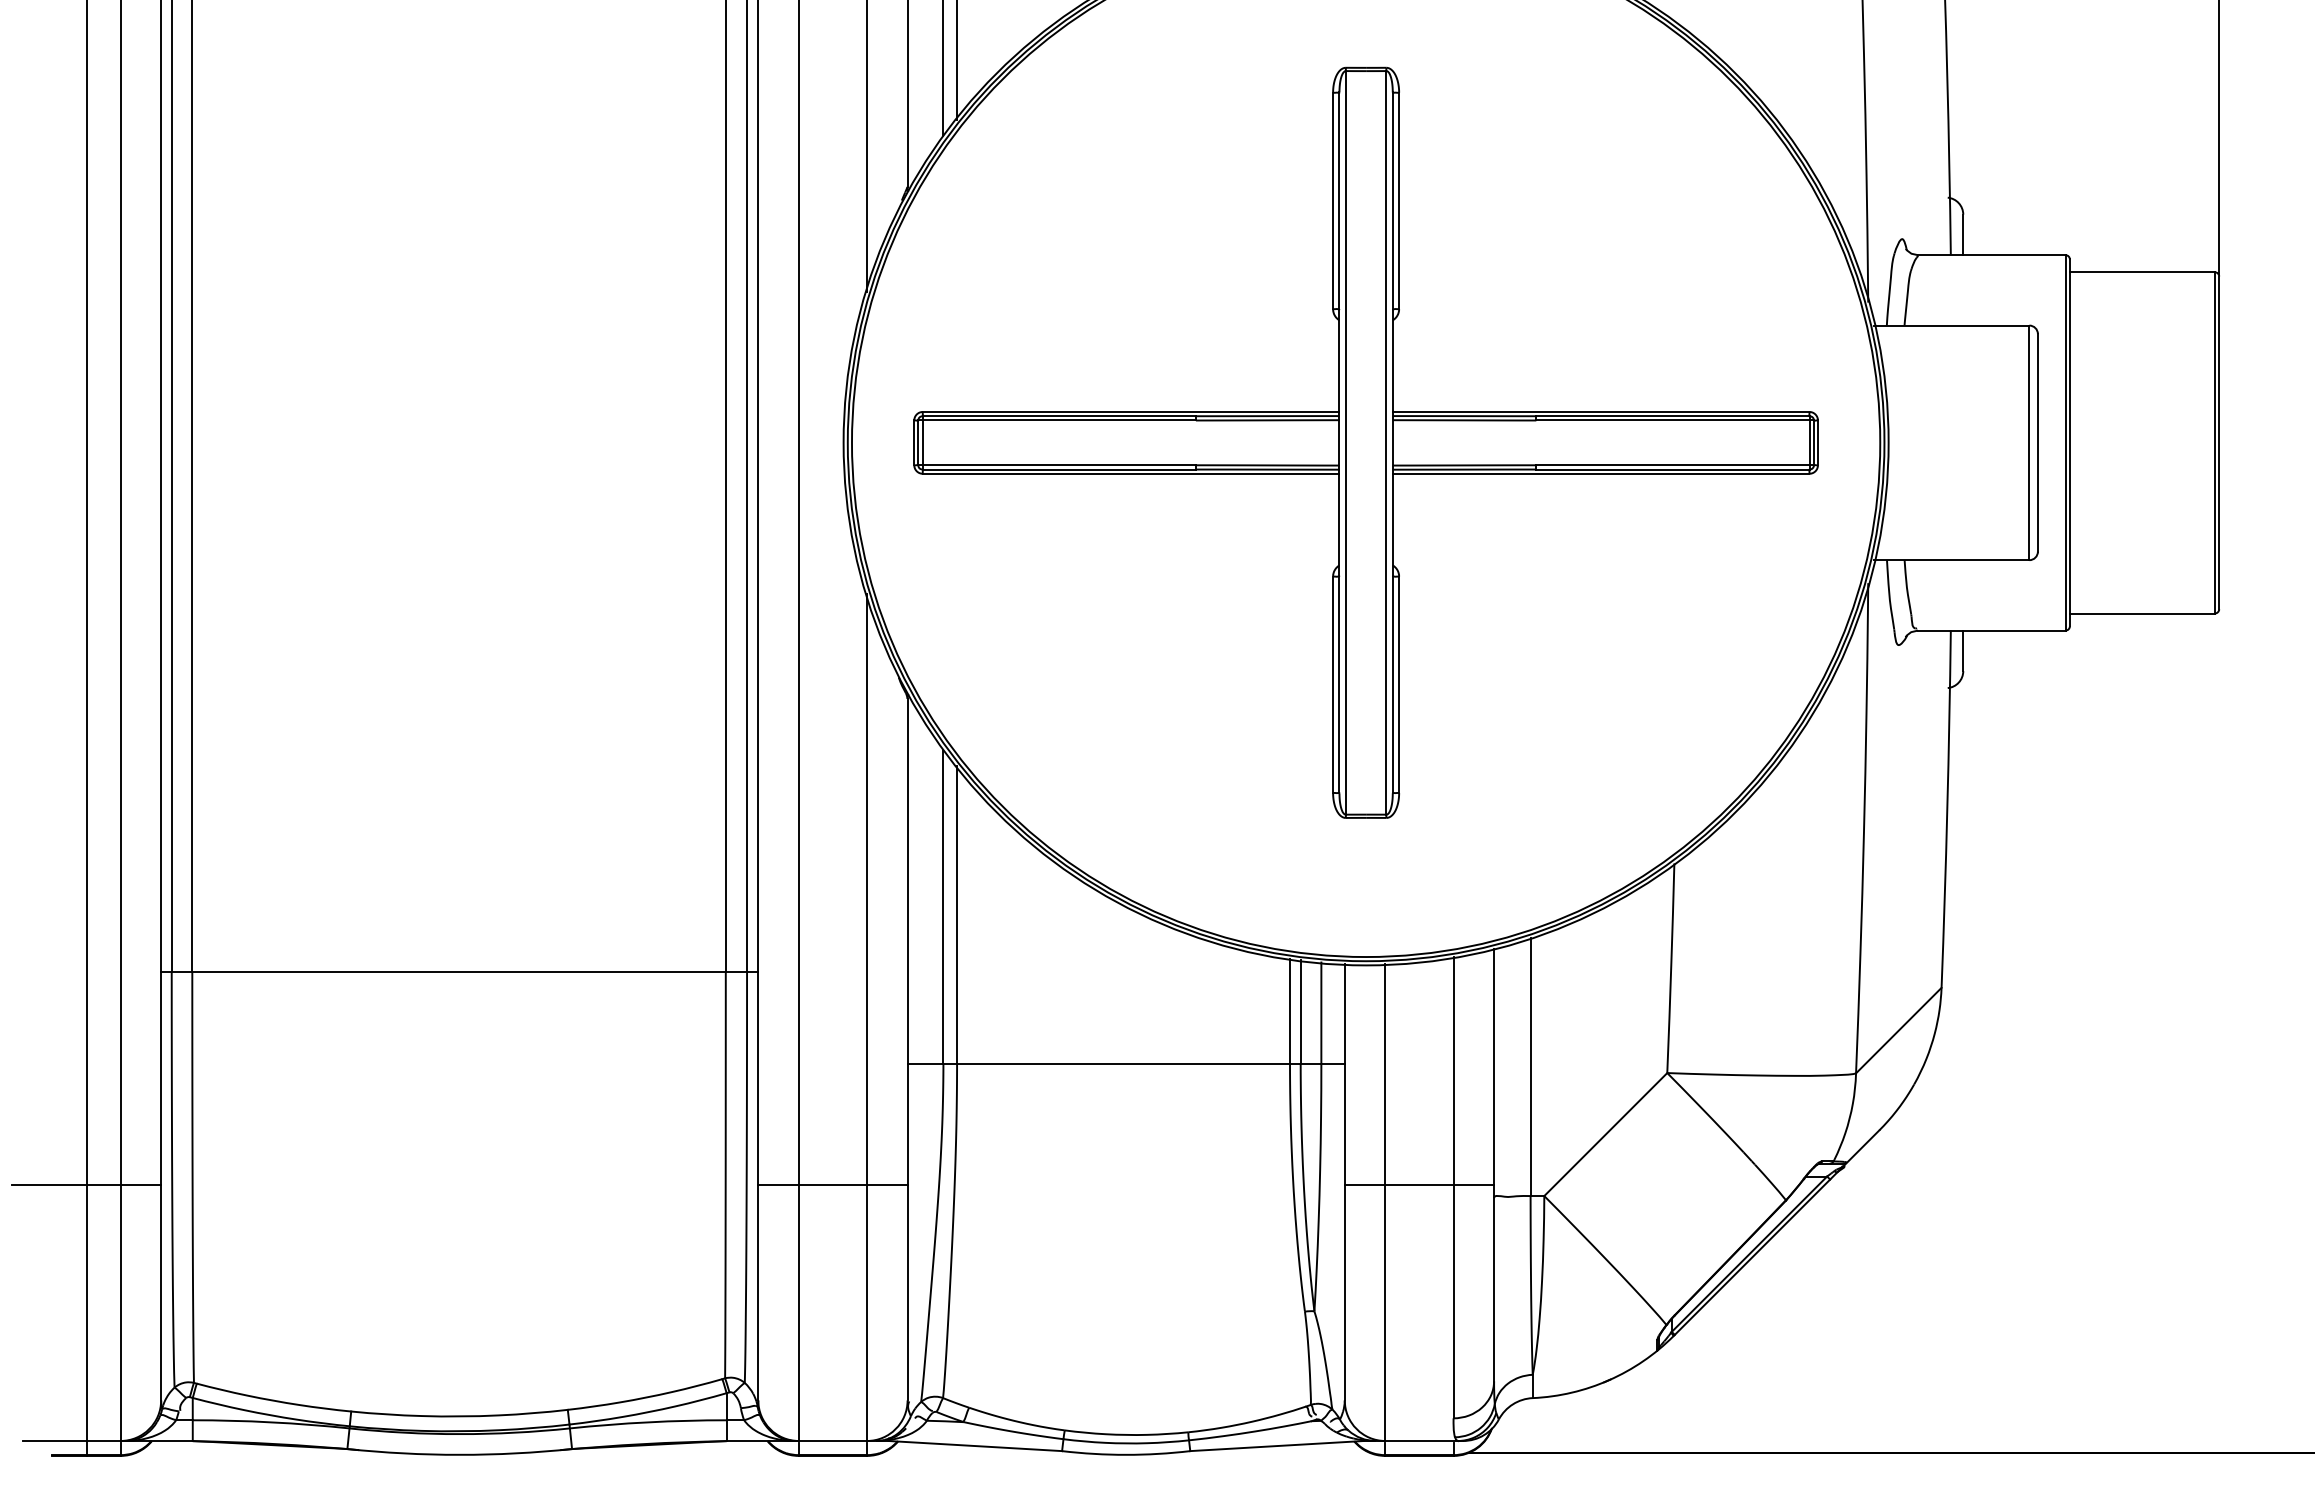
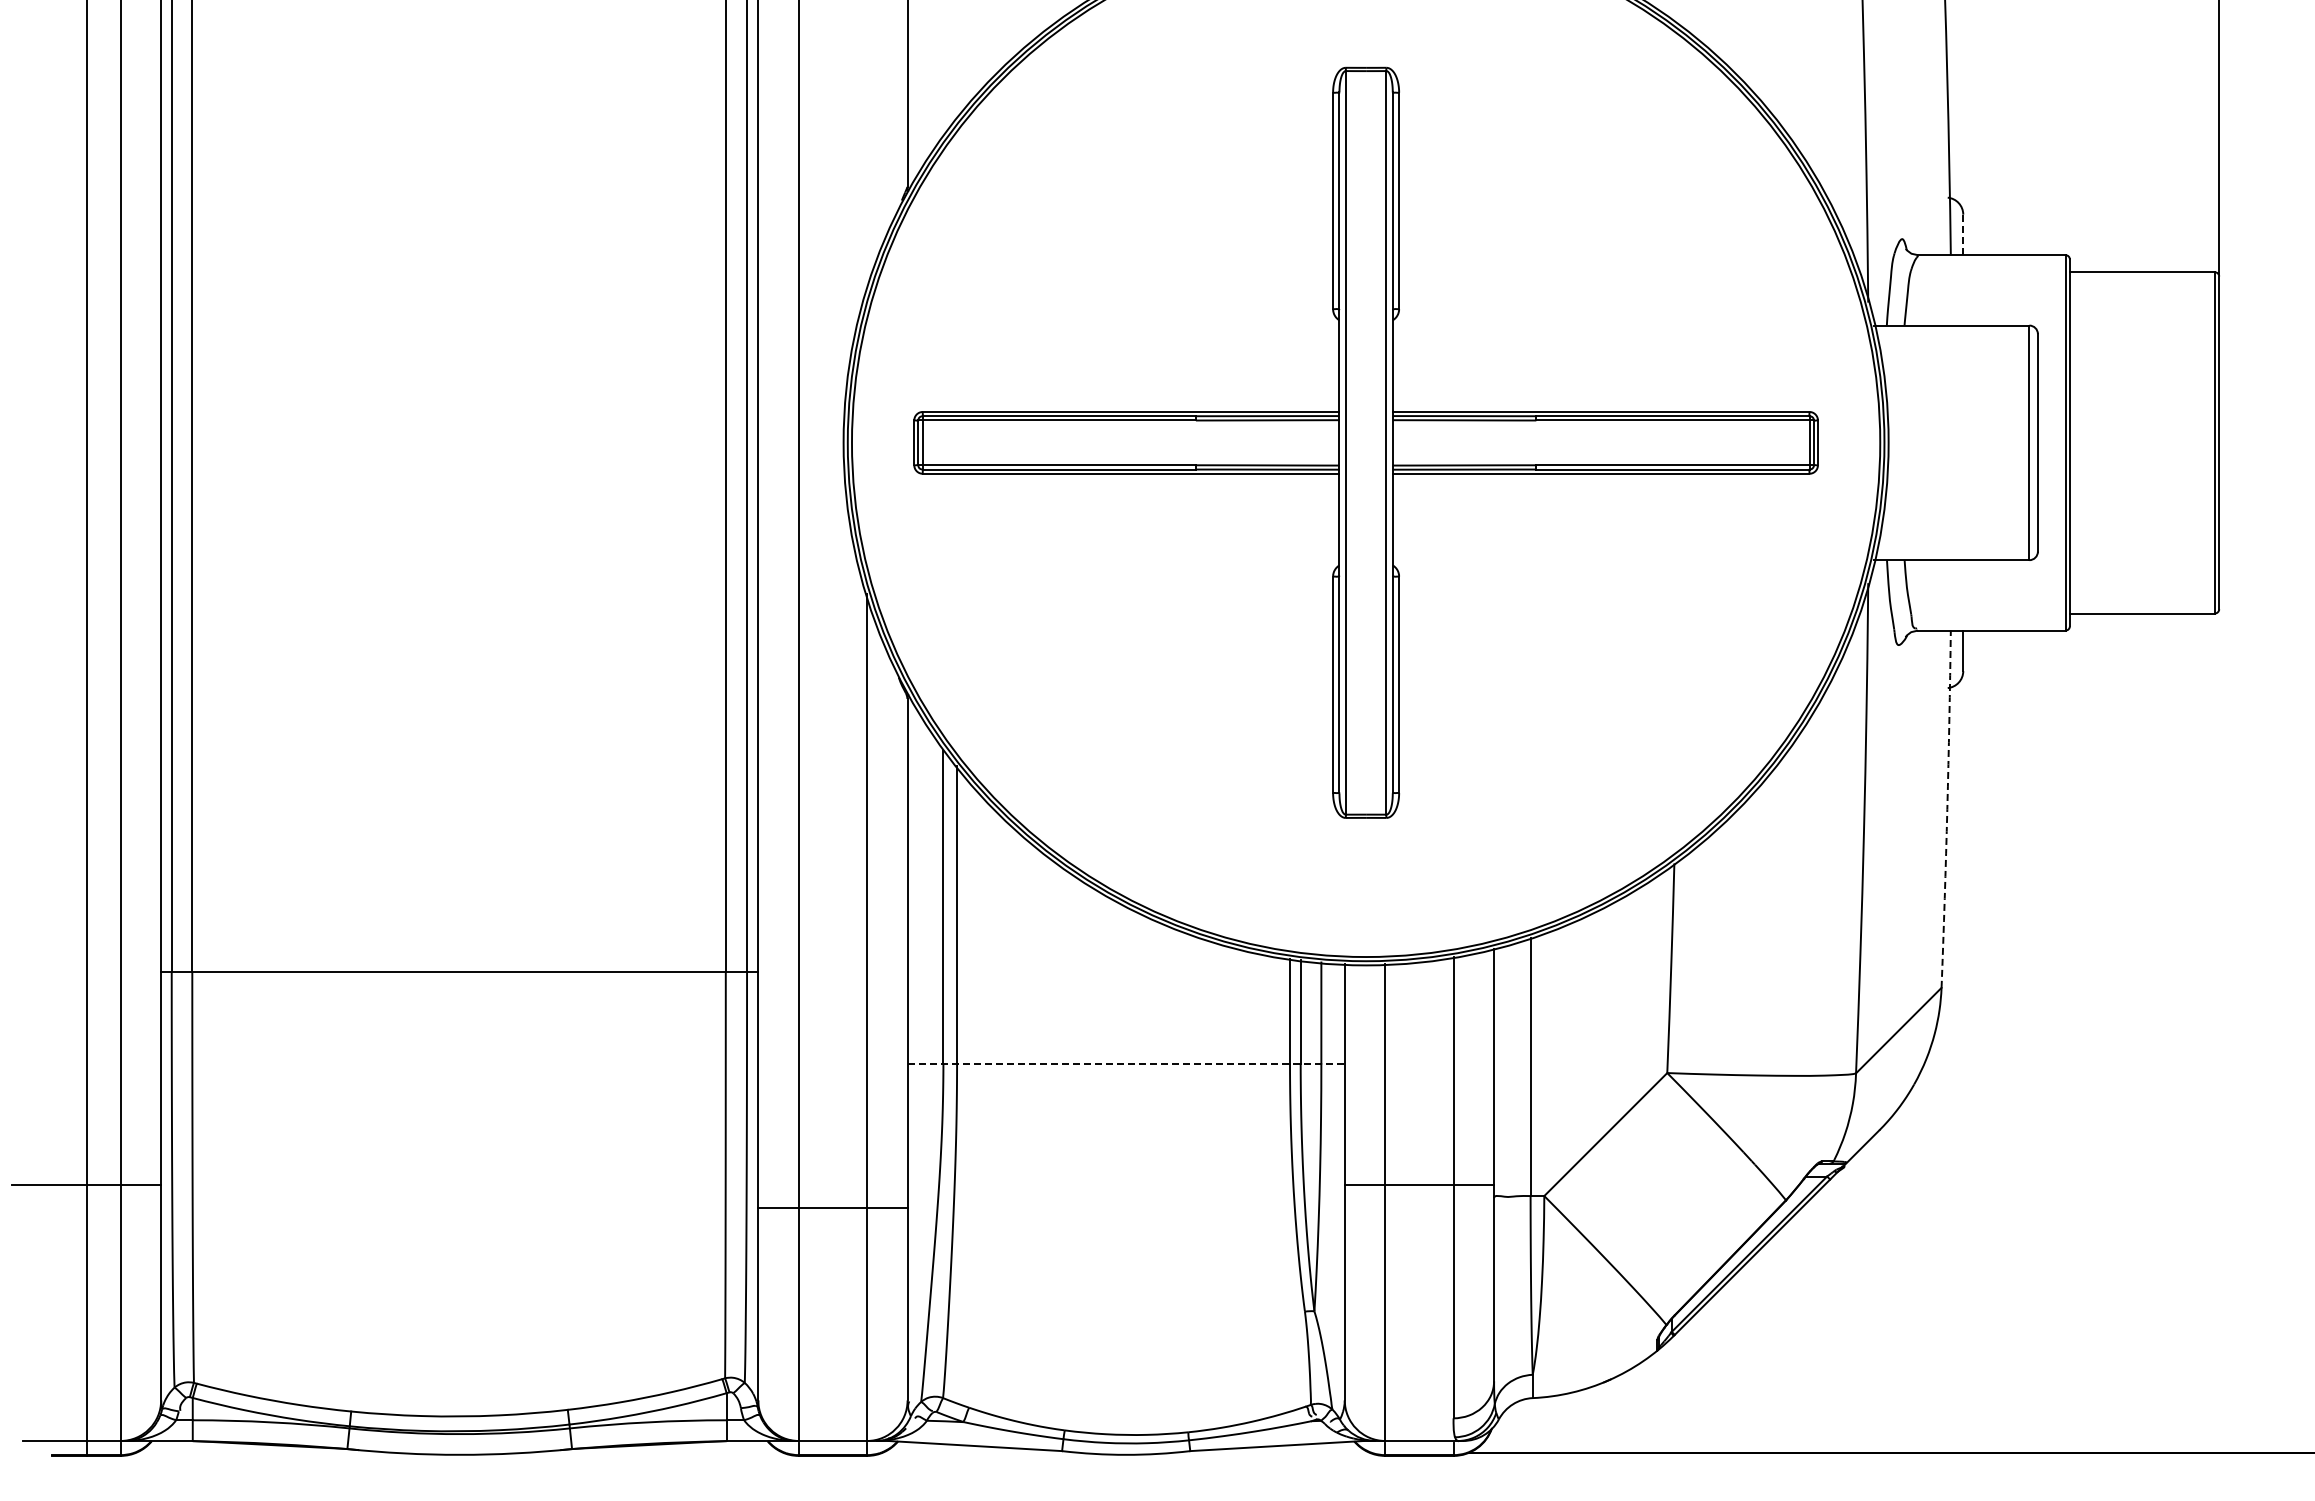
line at (957, 60): present -> none
line at (943, 68): present -> none
line at (867, 146): present -> none
line at (1963, 235): solid -> dashed
arc at (1947, 809): solid -> dashed
line at (1126, 1063): solid -> dashed
line at (832, 1185) position: (832, 1185) -> (832, 1208)
